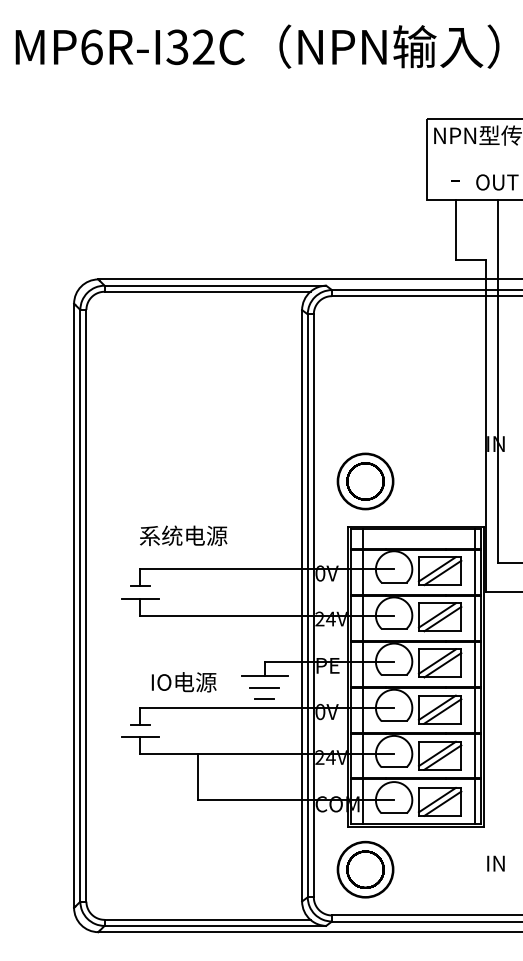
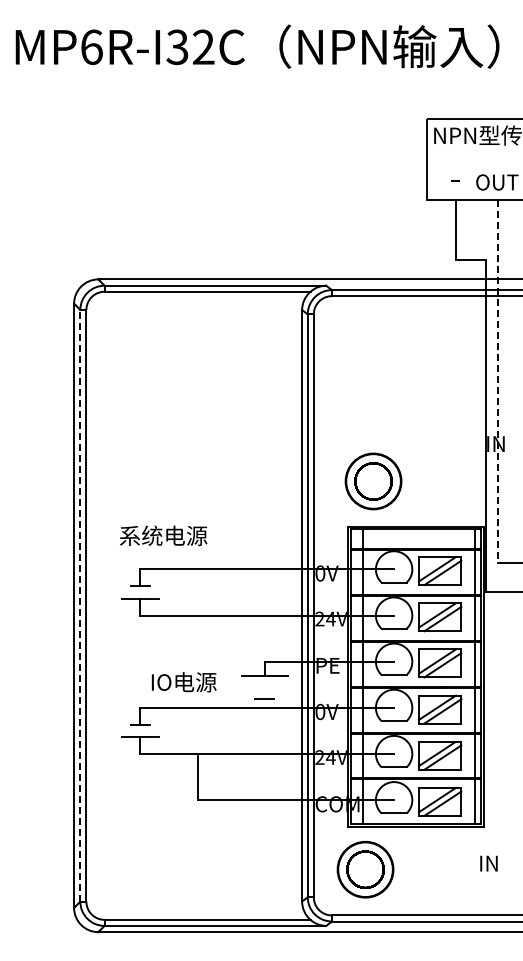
line at (497, 382): solid -> dashed
part at (365, 481) position: (365, 481) -> (373, 481)
text at (183, 535) position: (183, 535) -> (163, 535)
line at (80, 605): solid -> dashed
line at (264, 688): present -> none
text at (495, 863) position: (495, 863) -> (488, 863)
